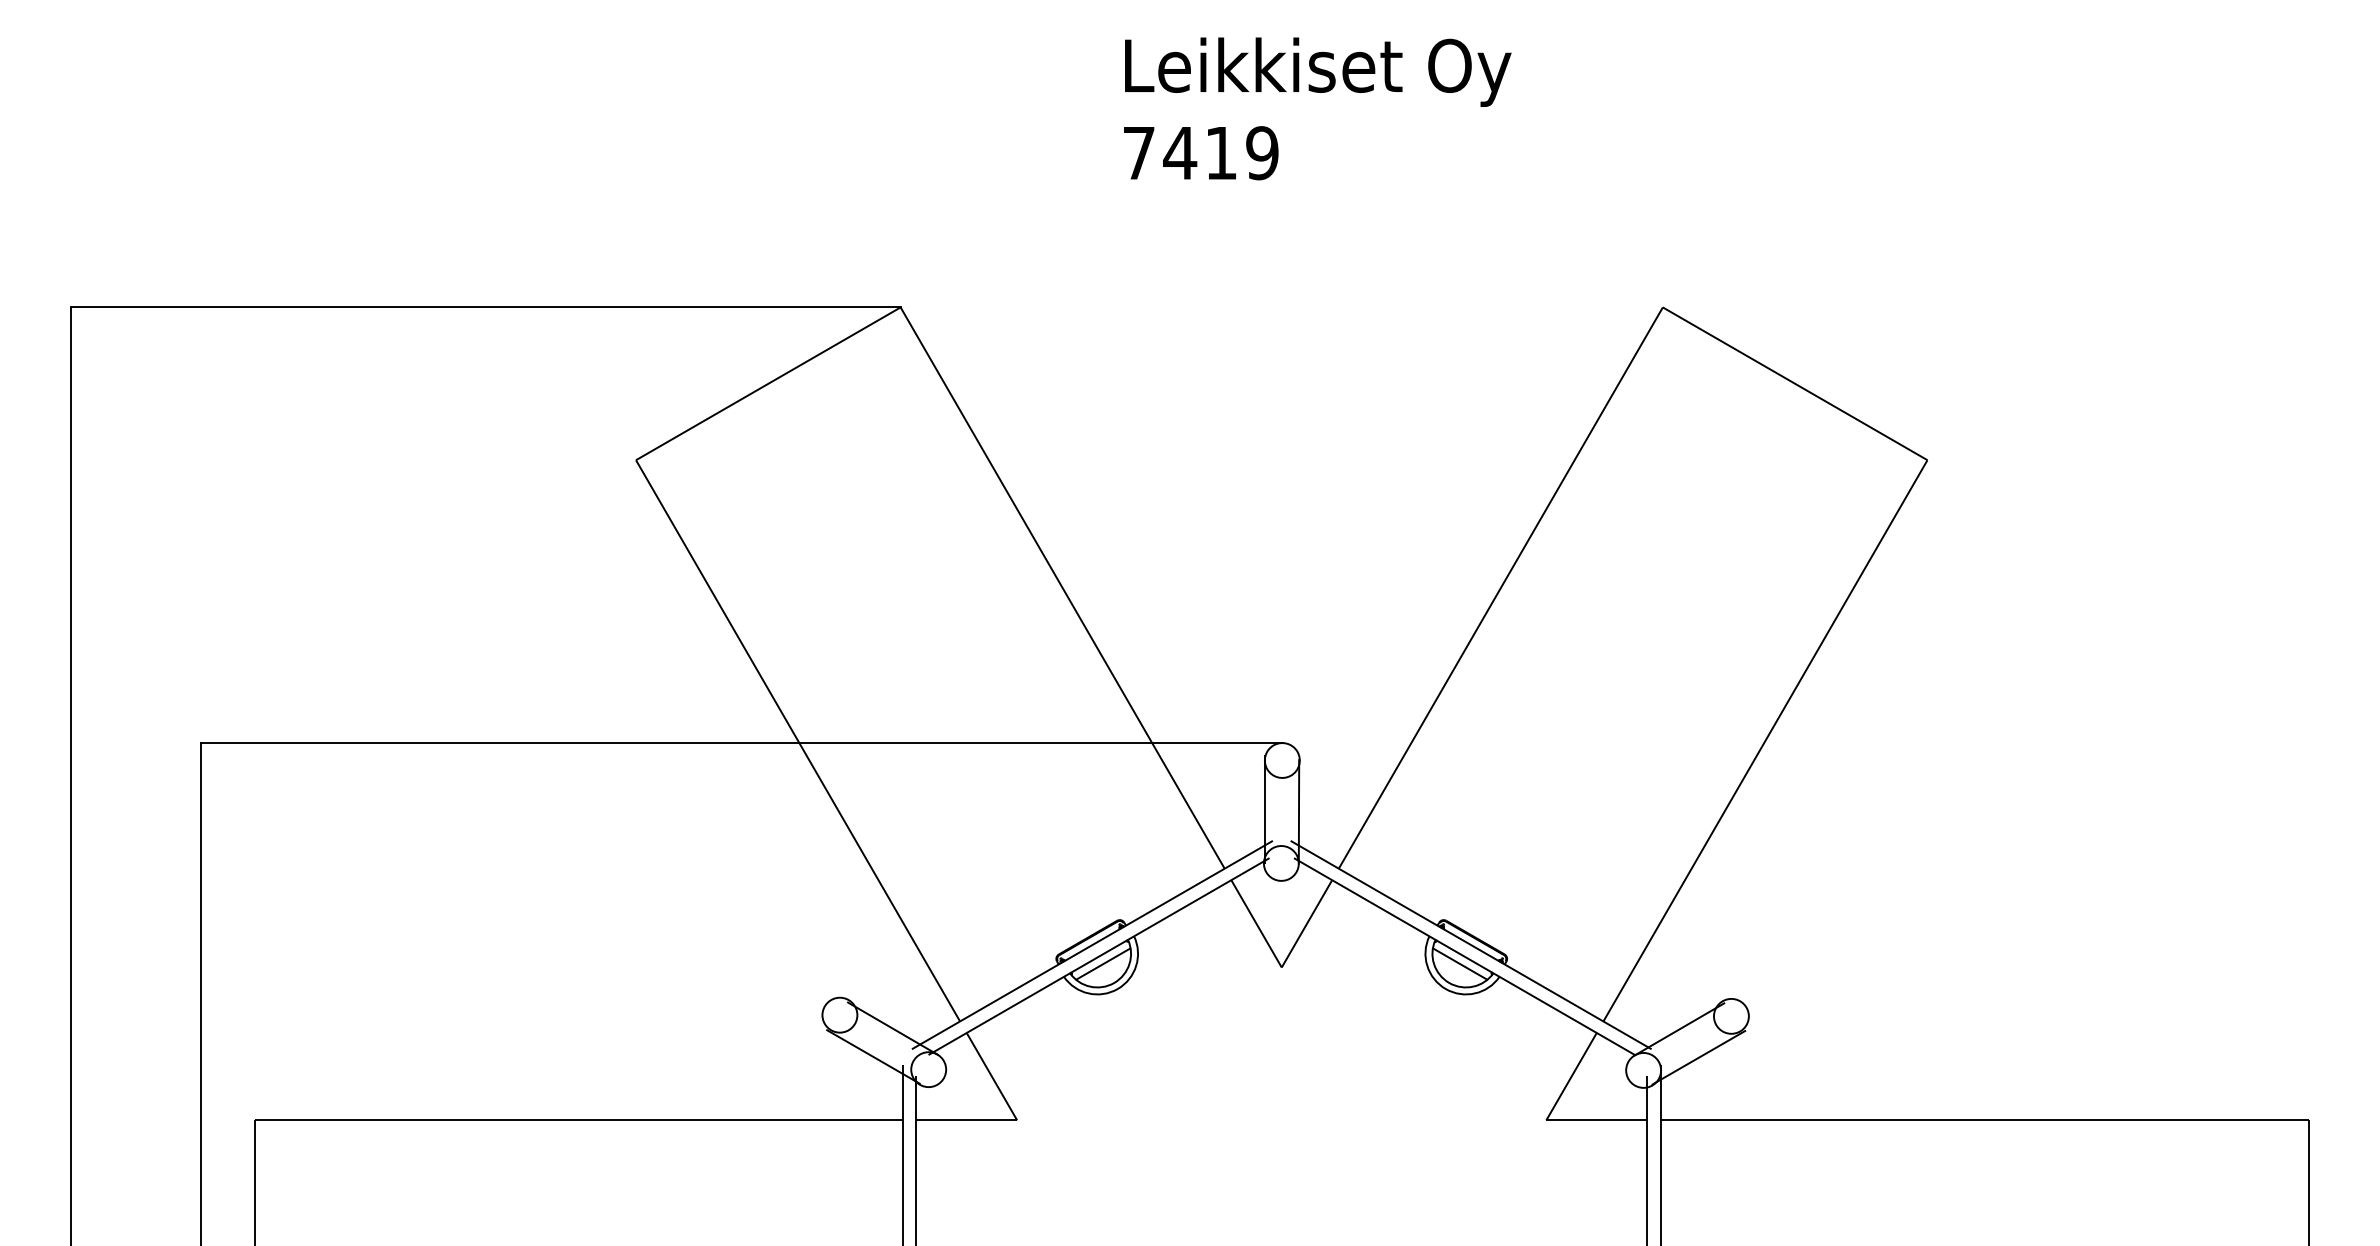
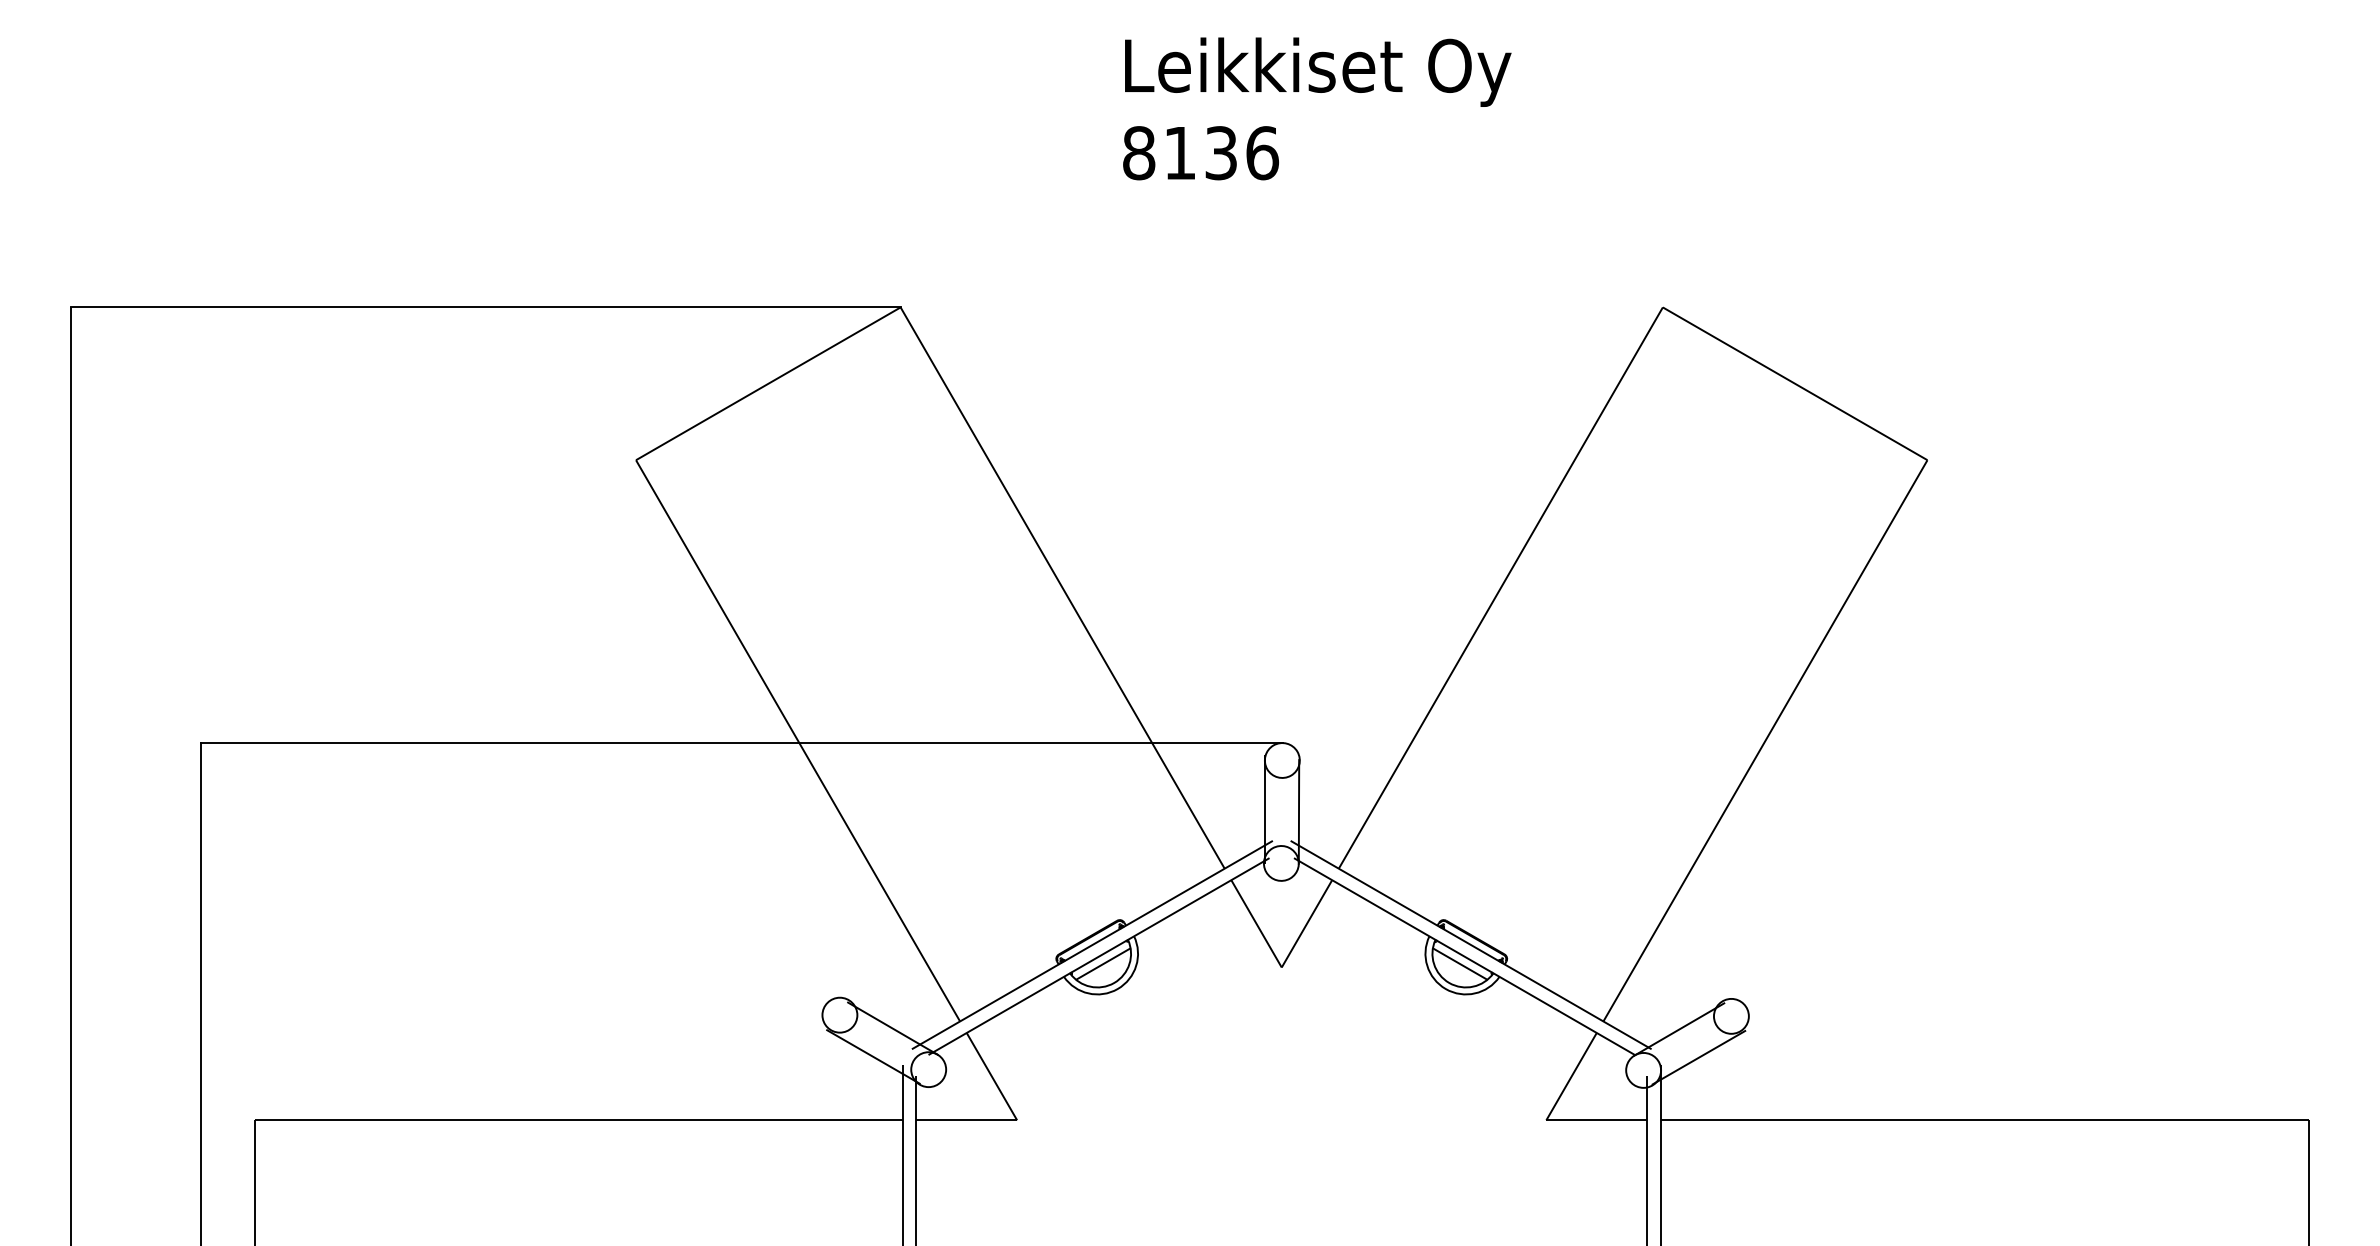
text at (1201, 153): 7419 -> 8136
